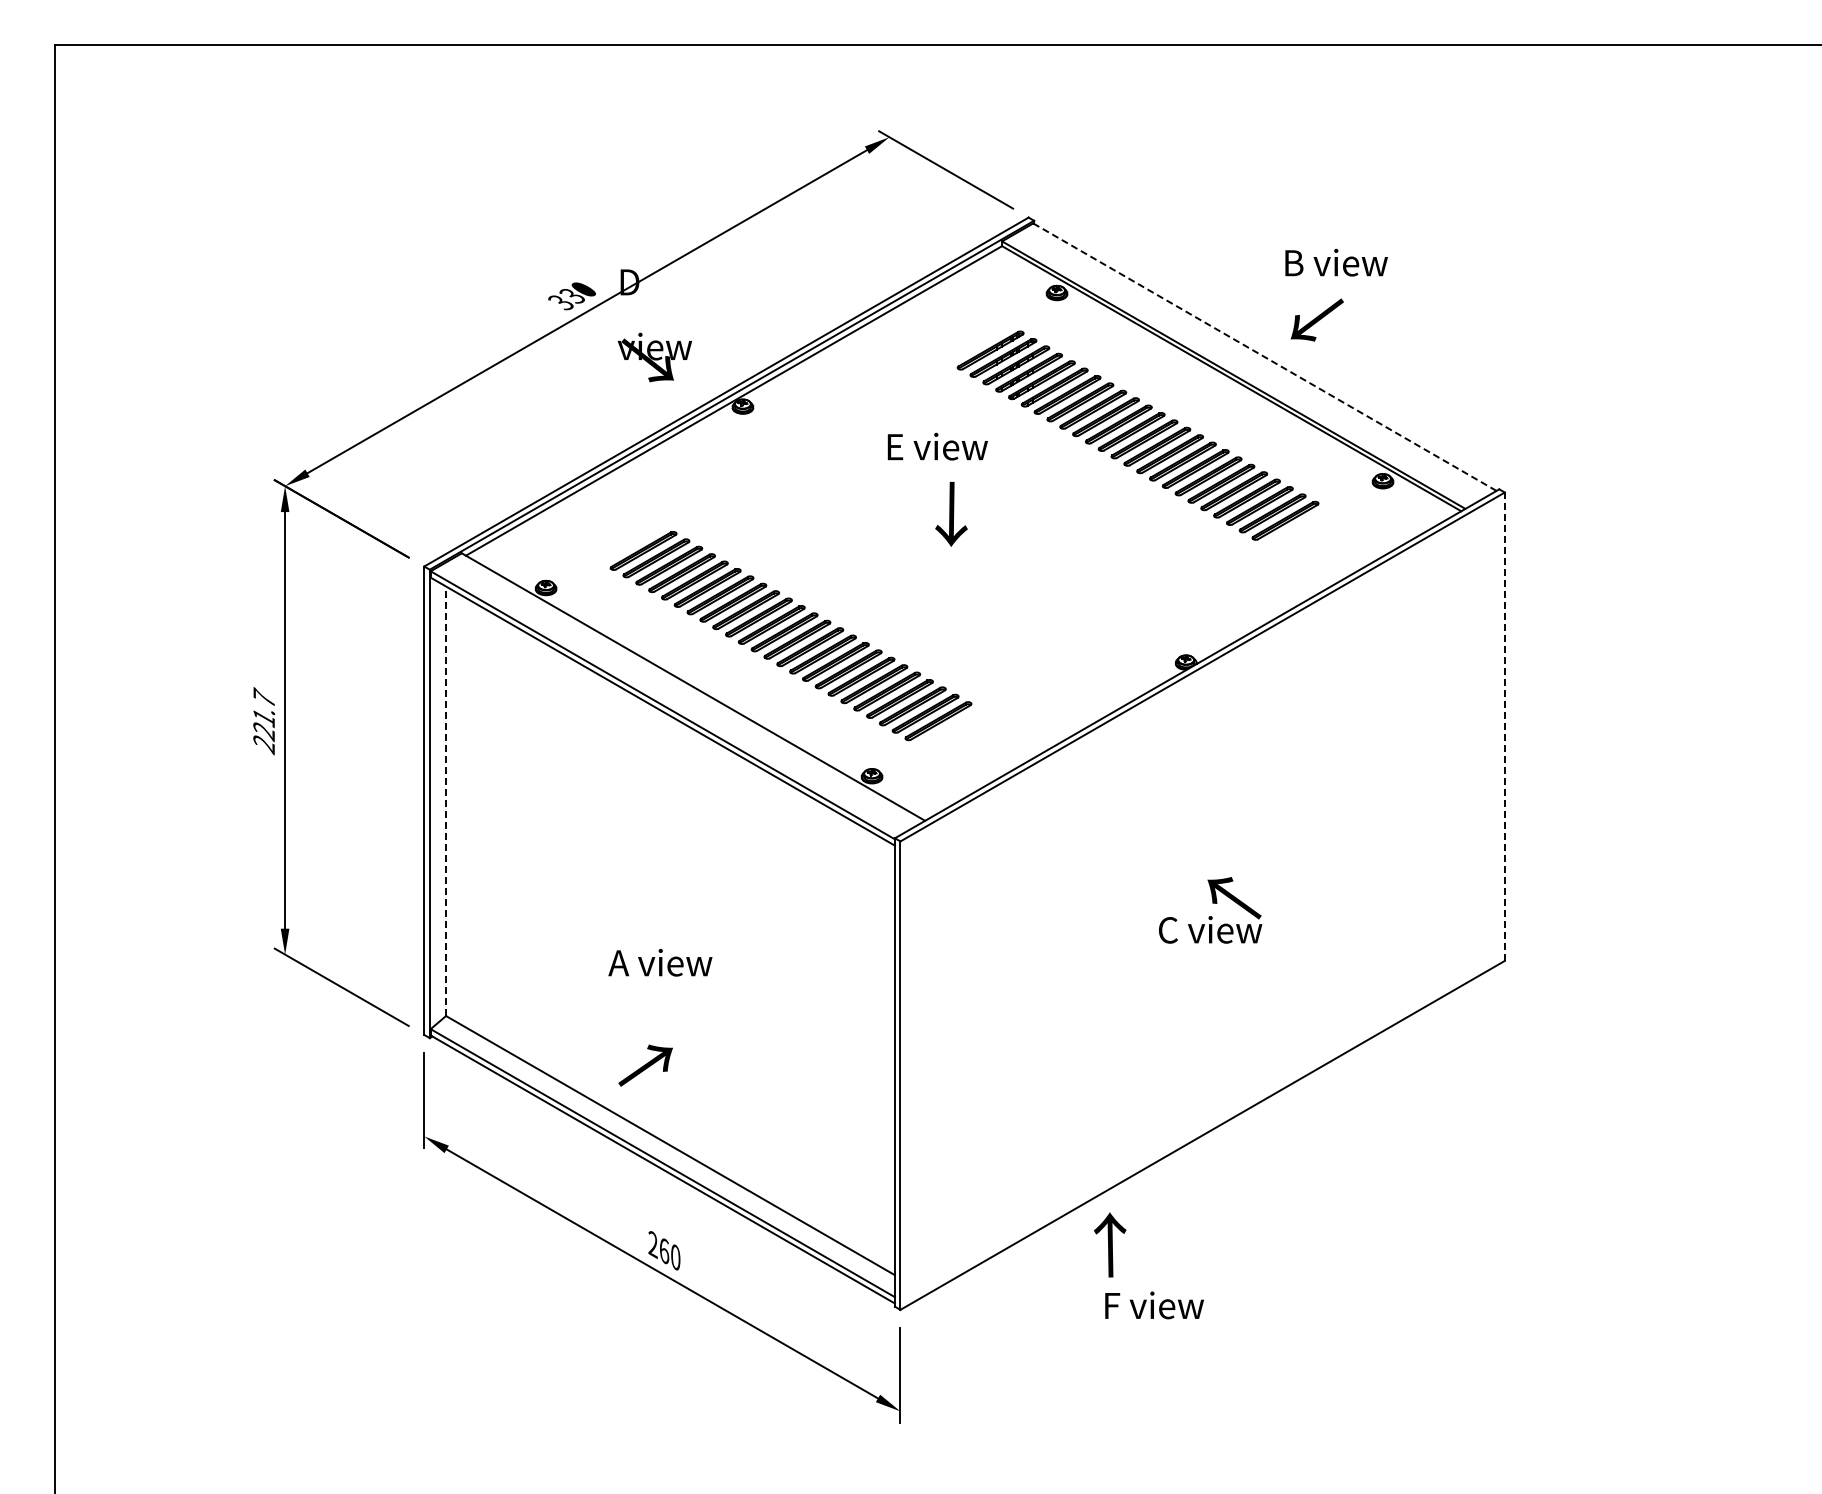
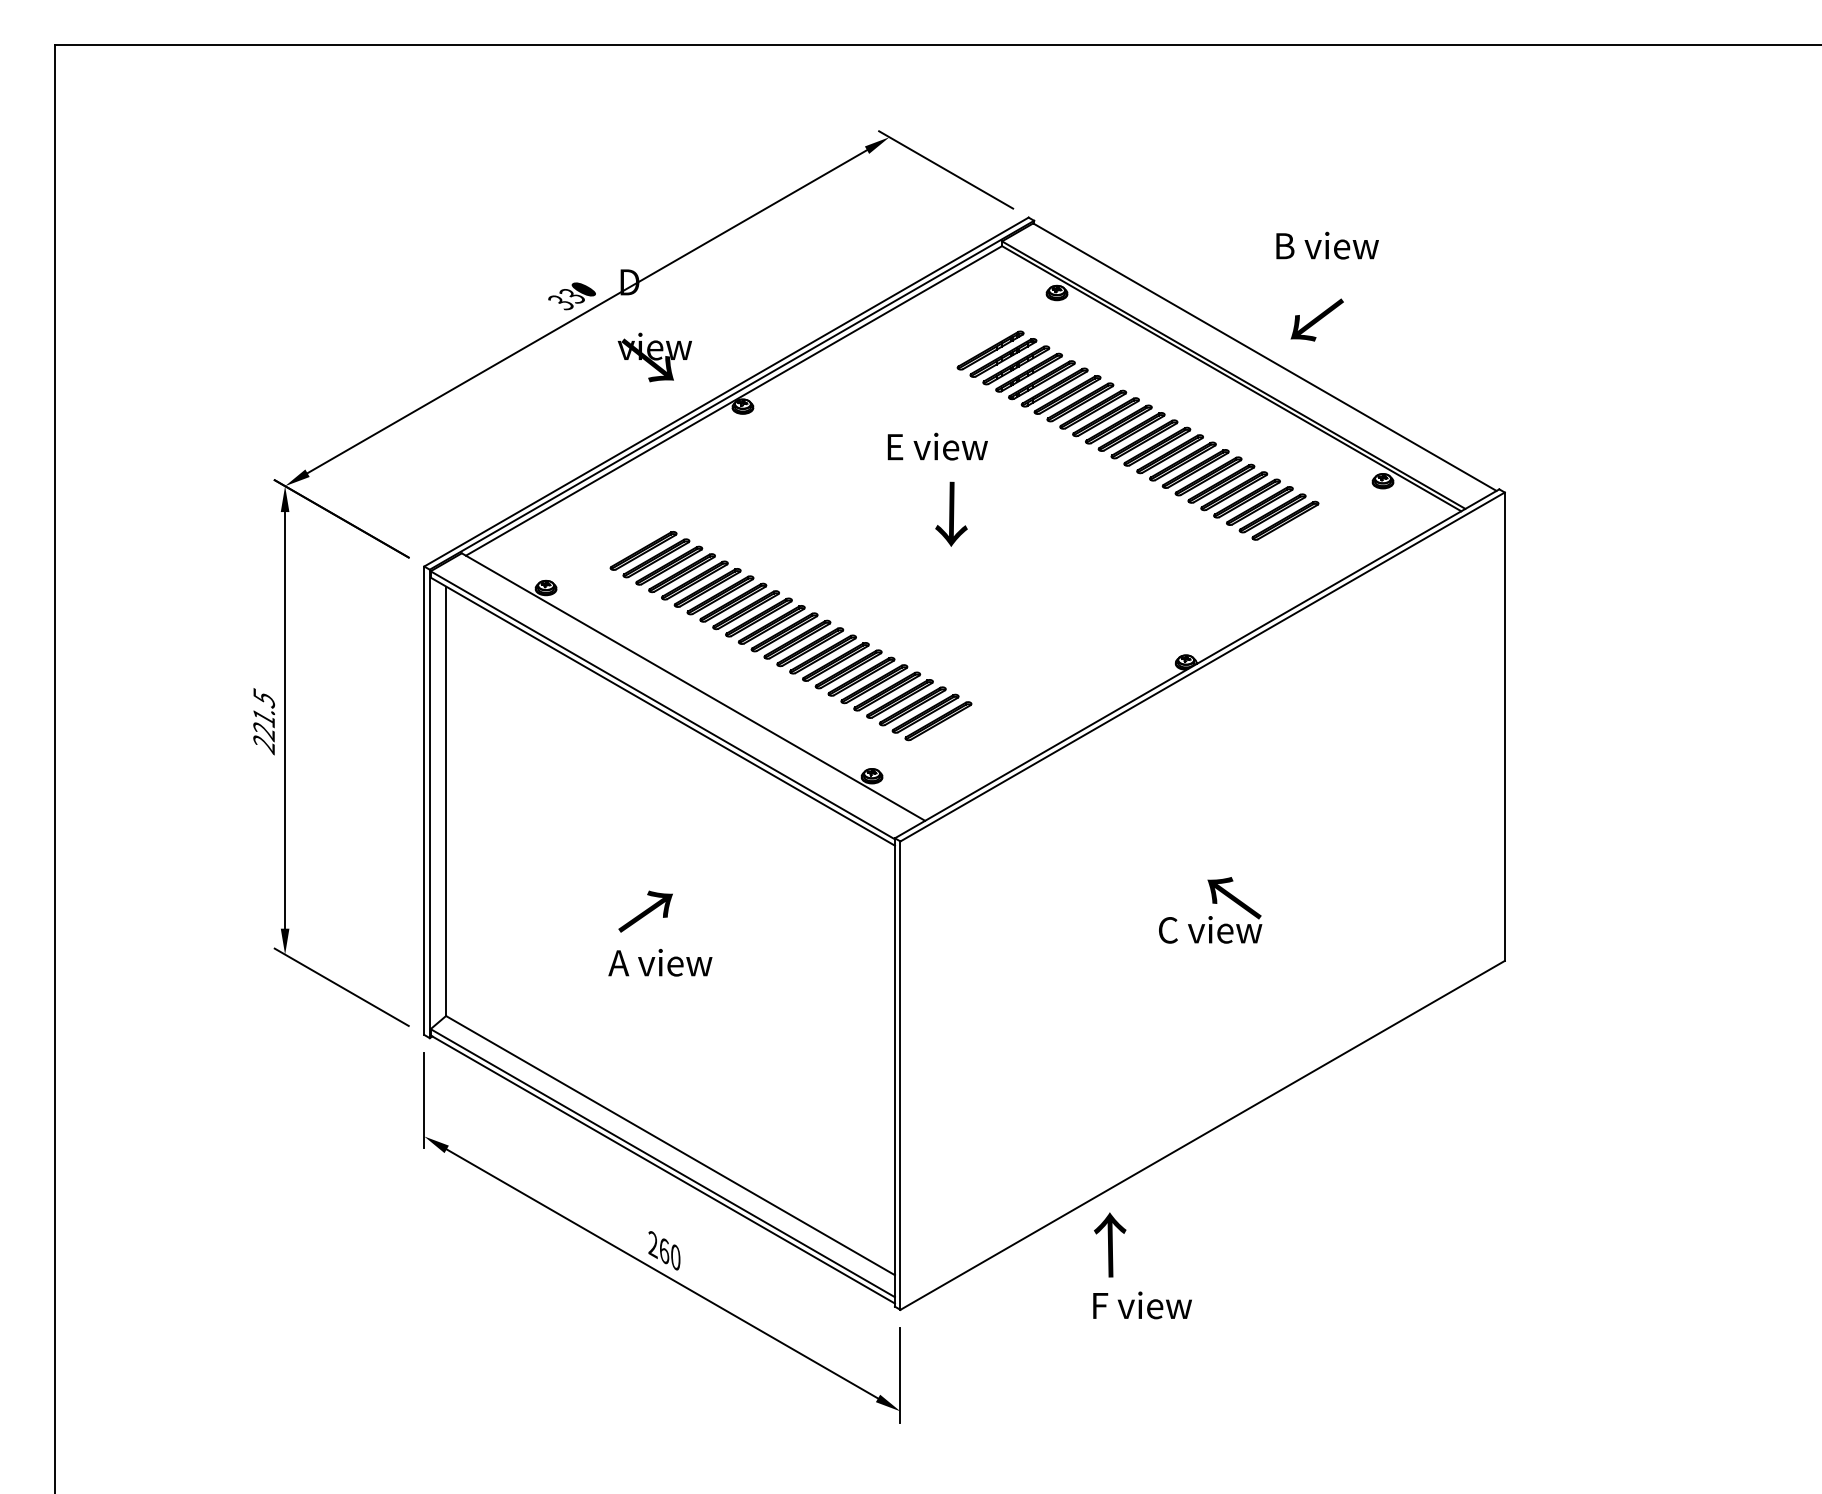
text at (1336, 262) position: (1336, 262) -> (1327, 245)
line at (1264, 357): dashed -> solid
text at (264, 697): 221.7 -> 221.5
line at (1504, 726): dashed -> solid
line at (446, 801): dashed -> solid
text at (645, 1065) position: (645, 1065) -> (645, 911)
text at (1154, 1305) position: (1154, 1305) -> (1142, 1305)
